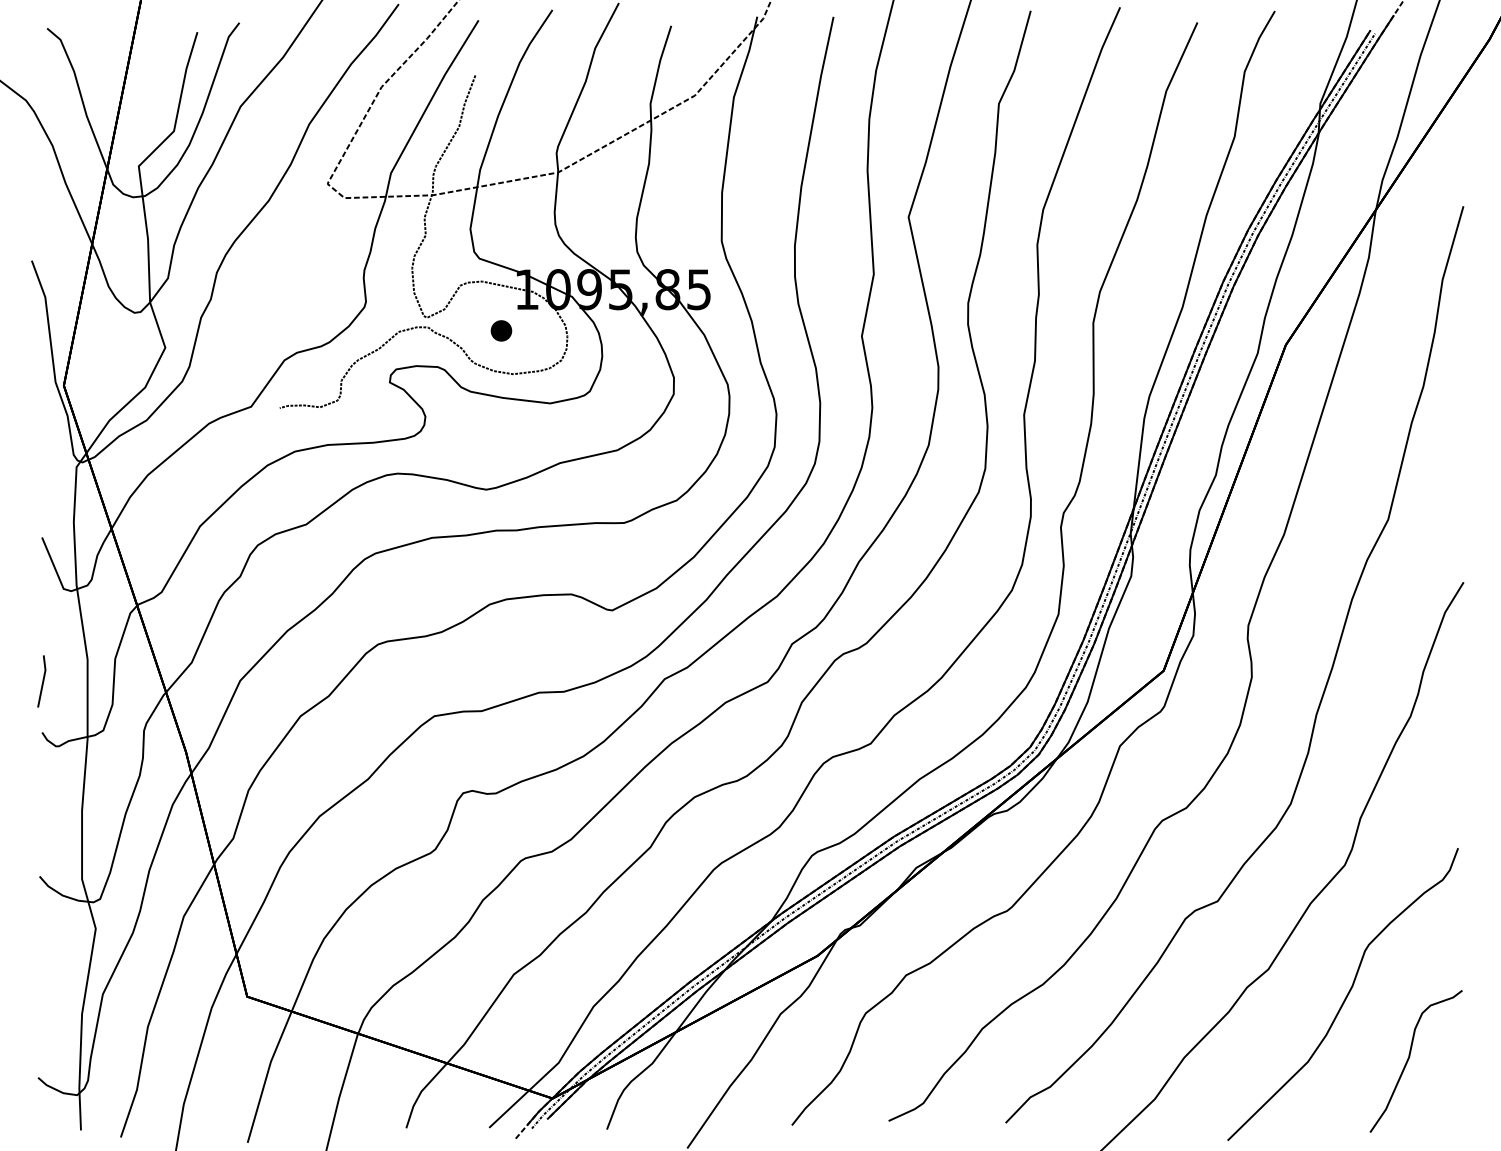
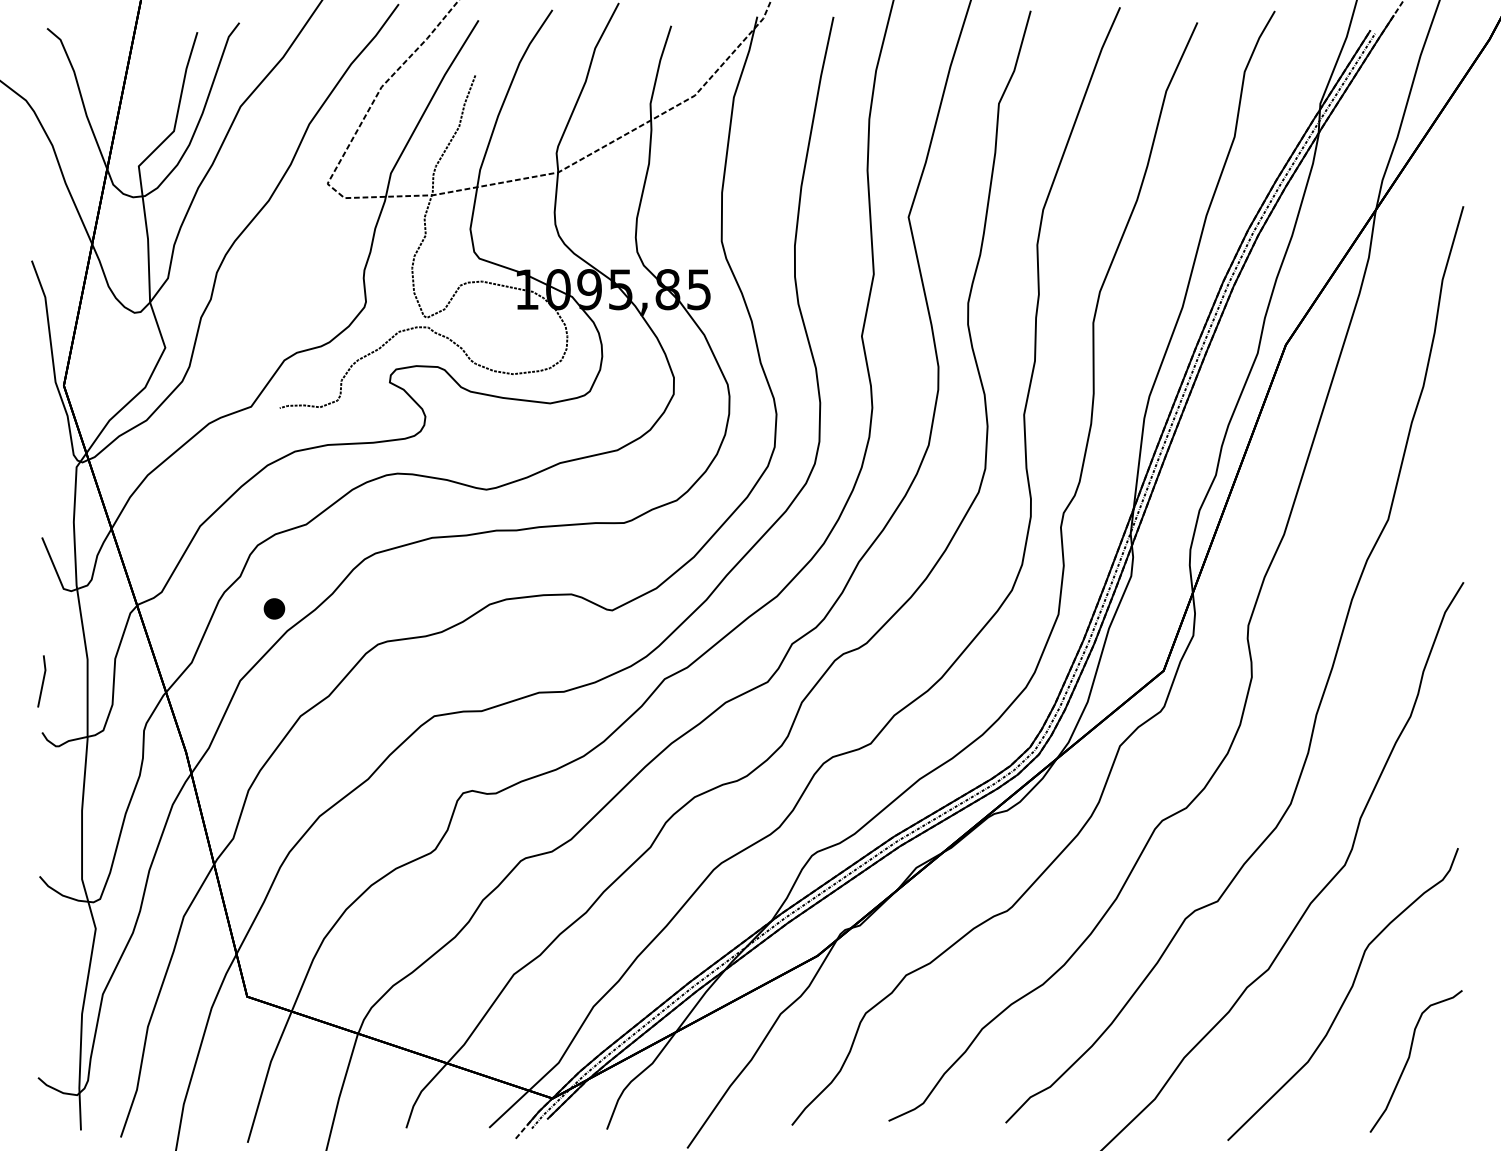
part at (501, 330) position: (501, 330) -> (274, 608)
